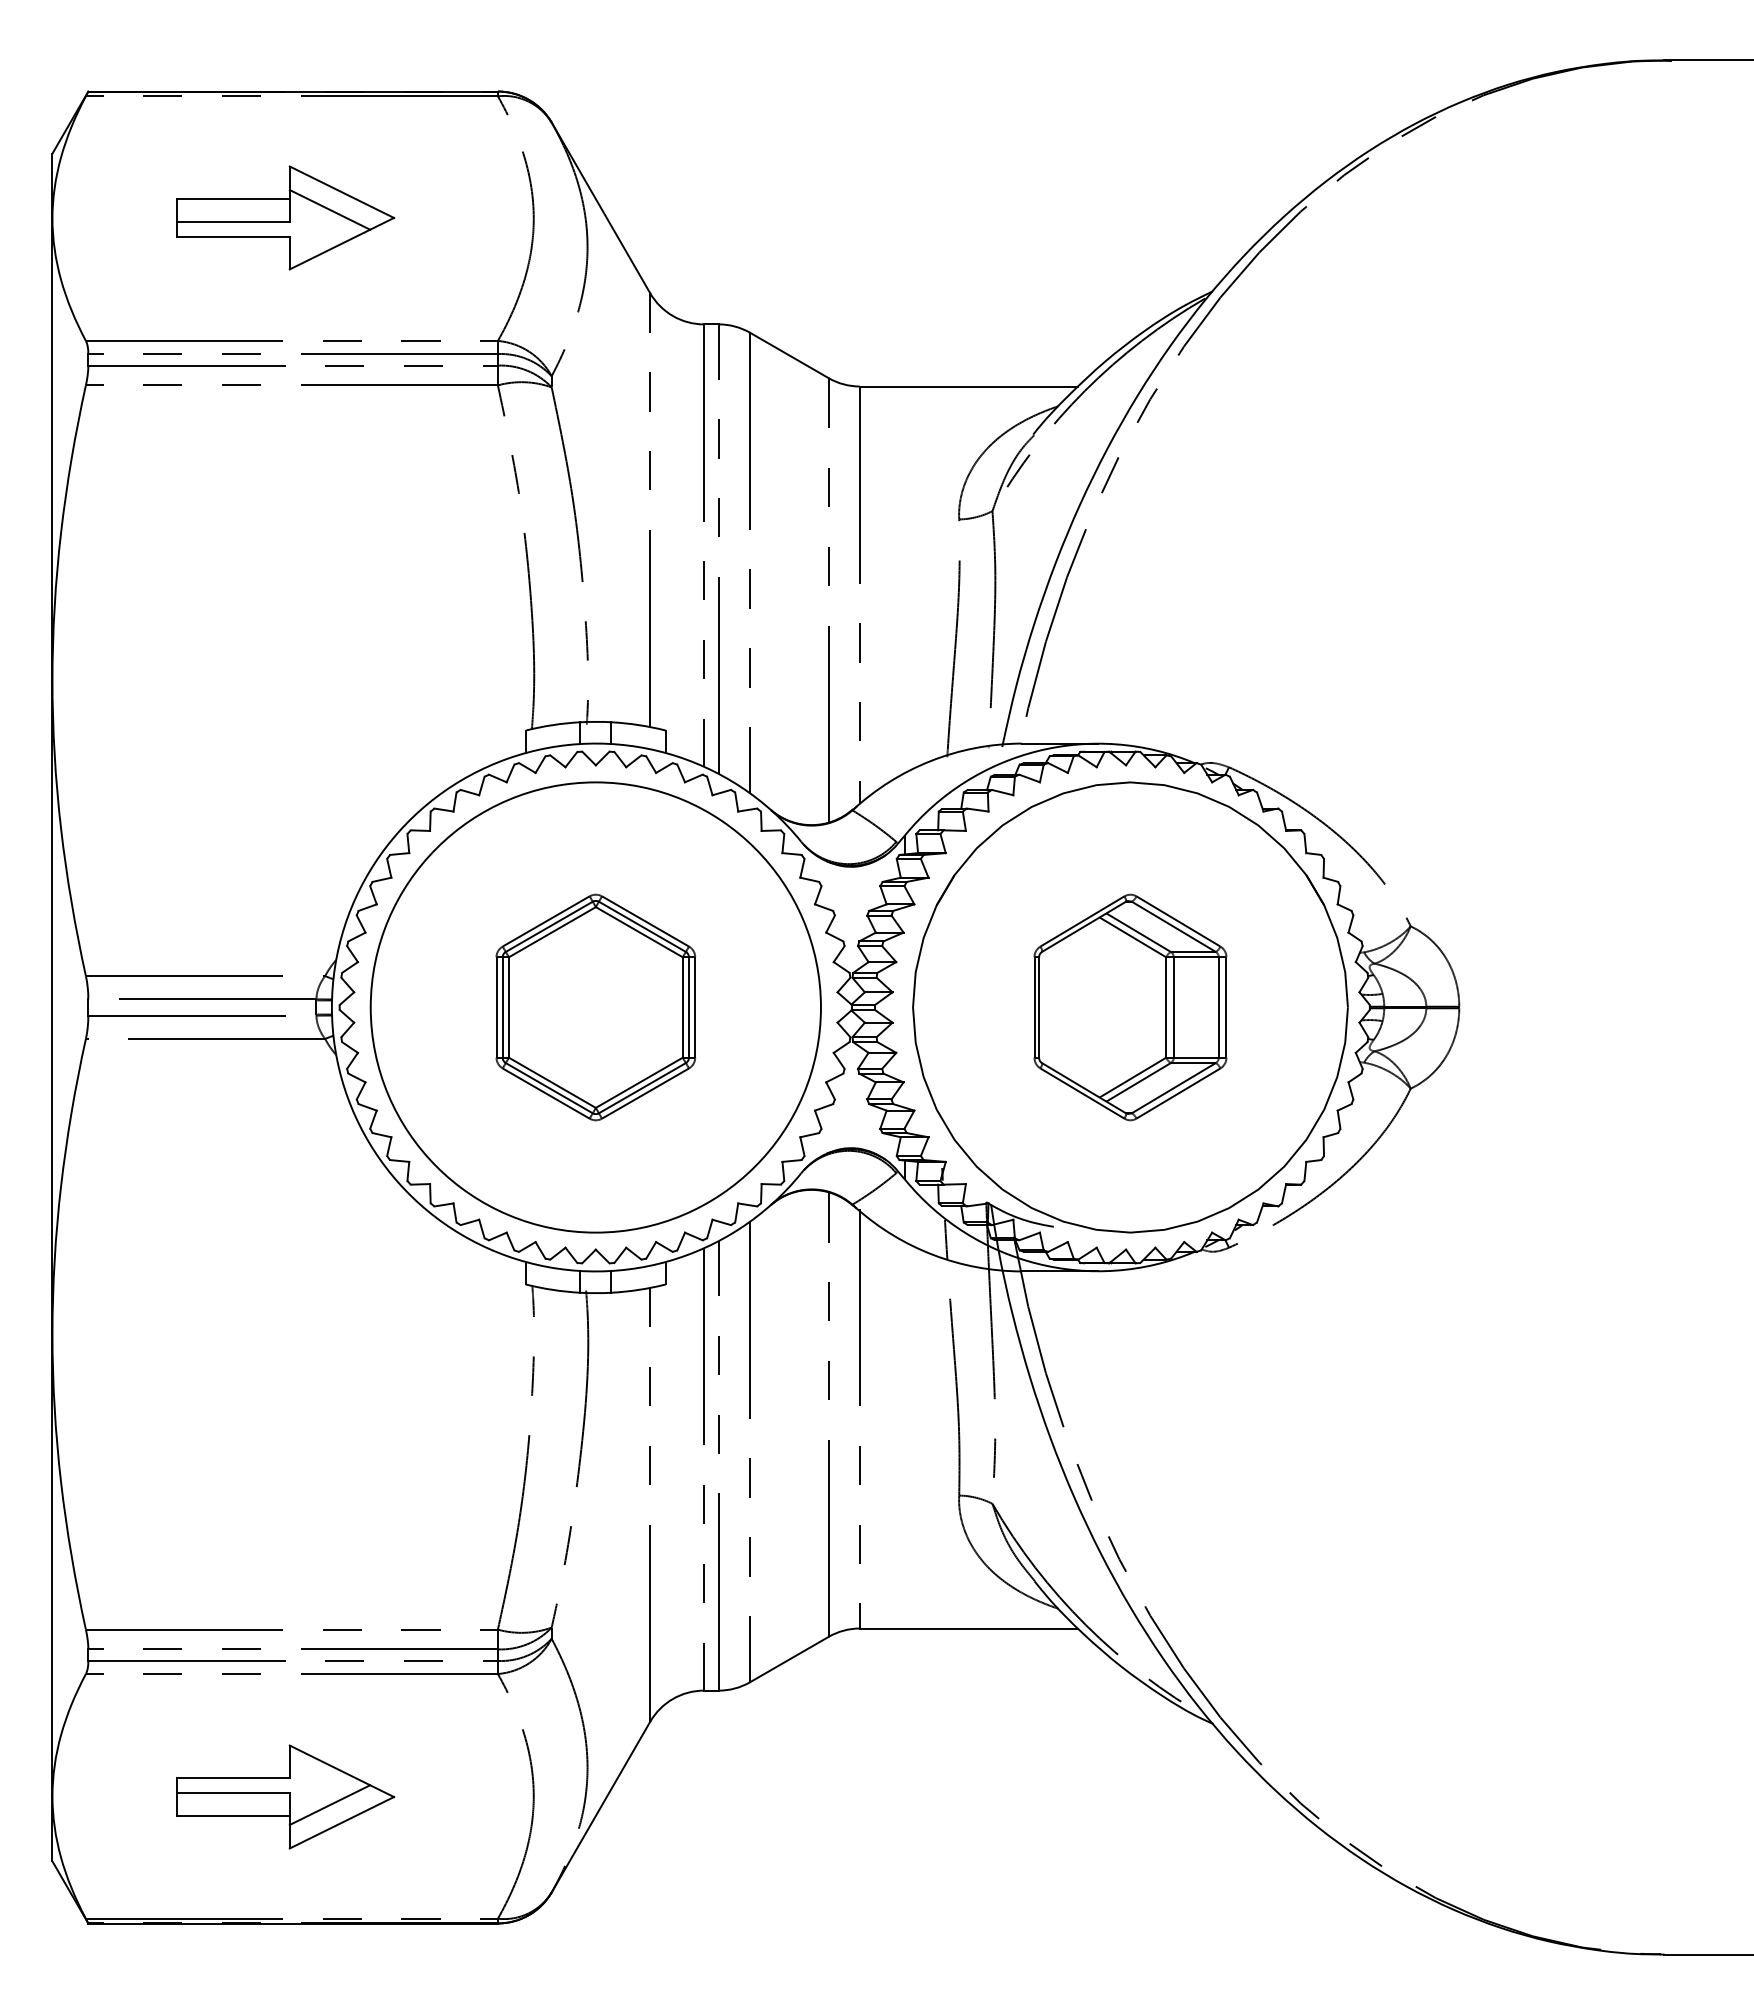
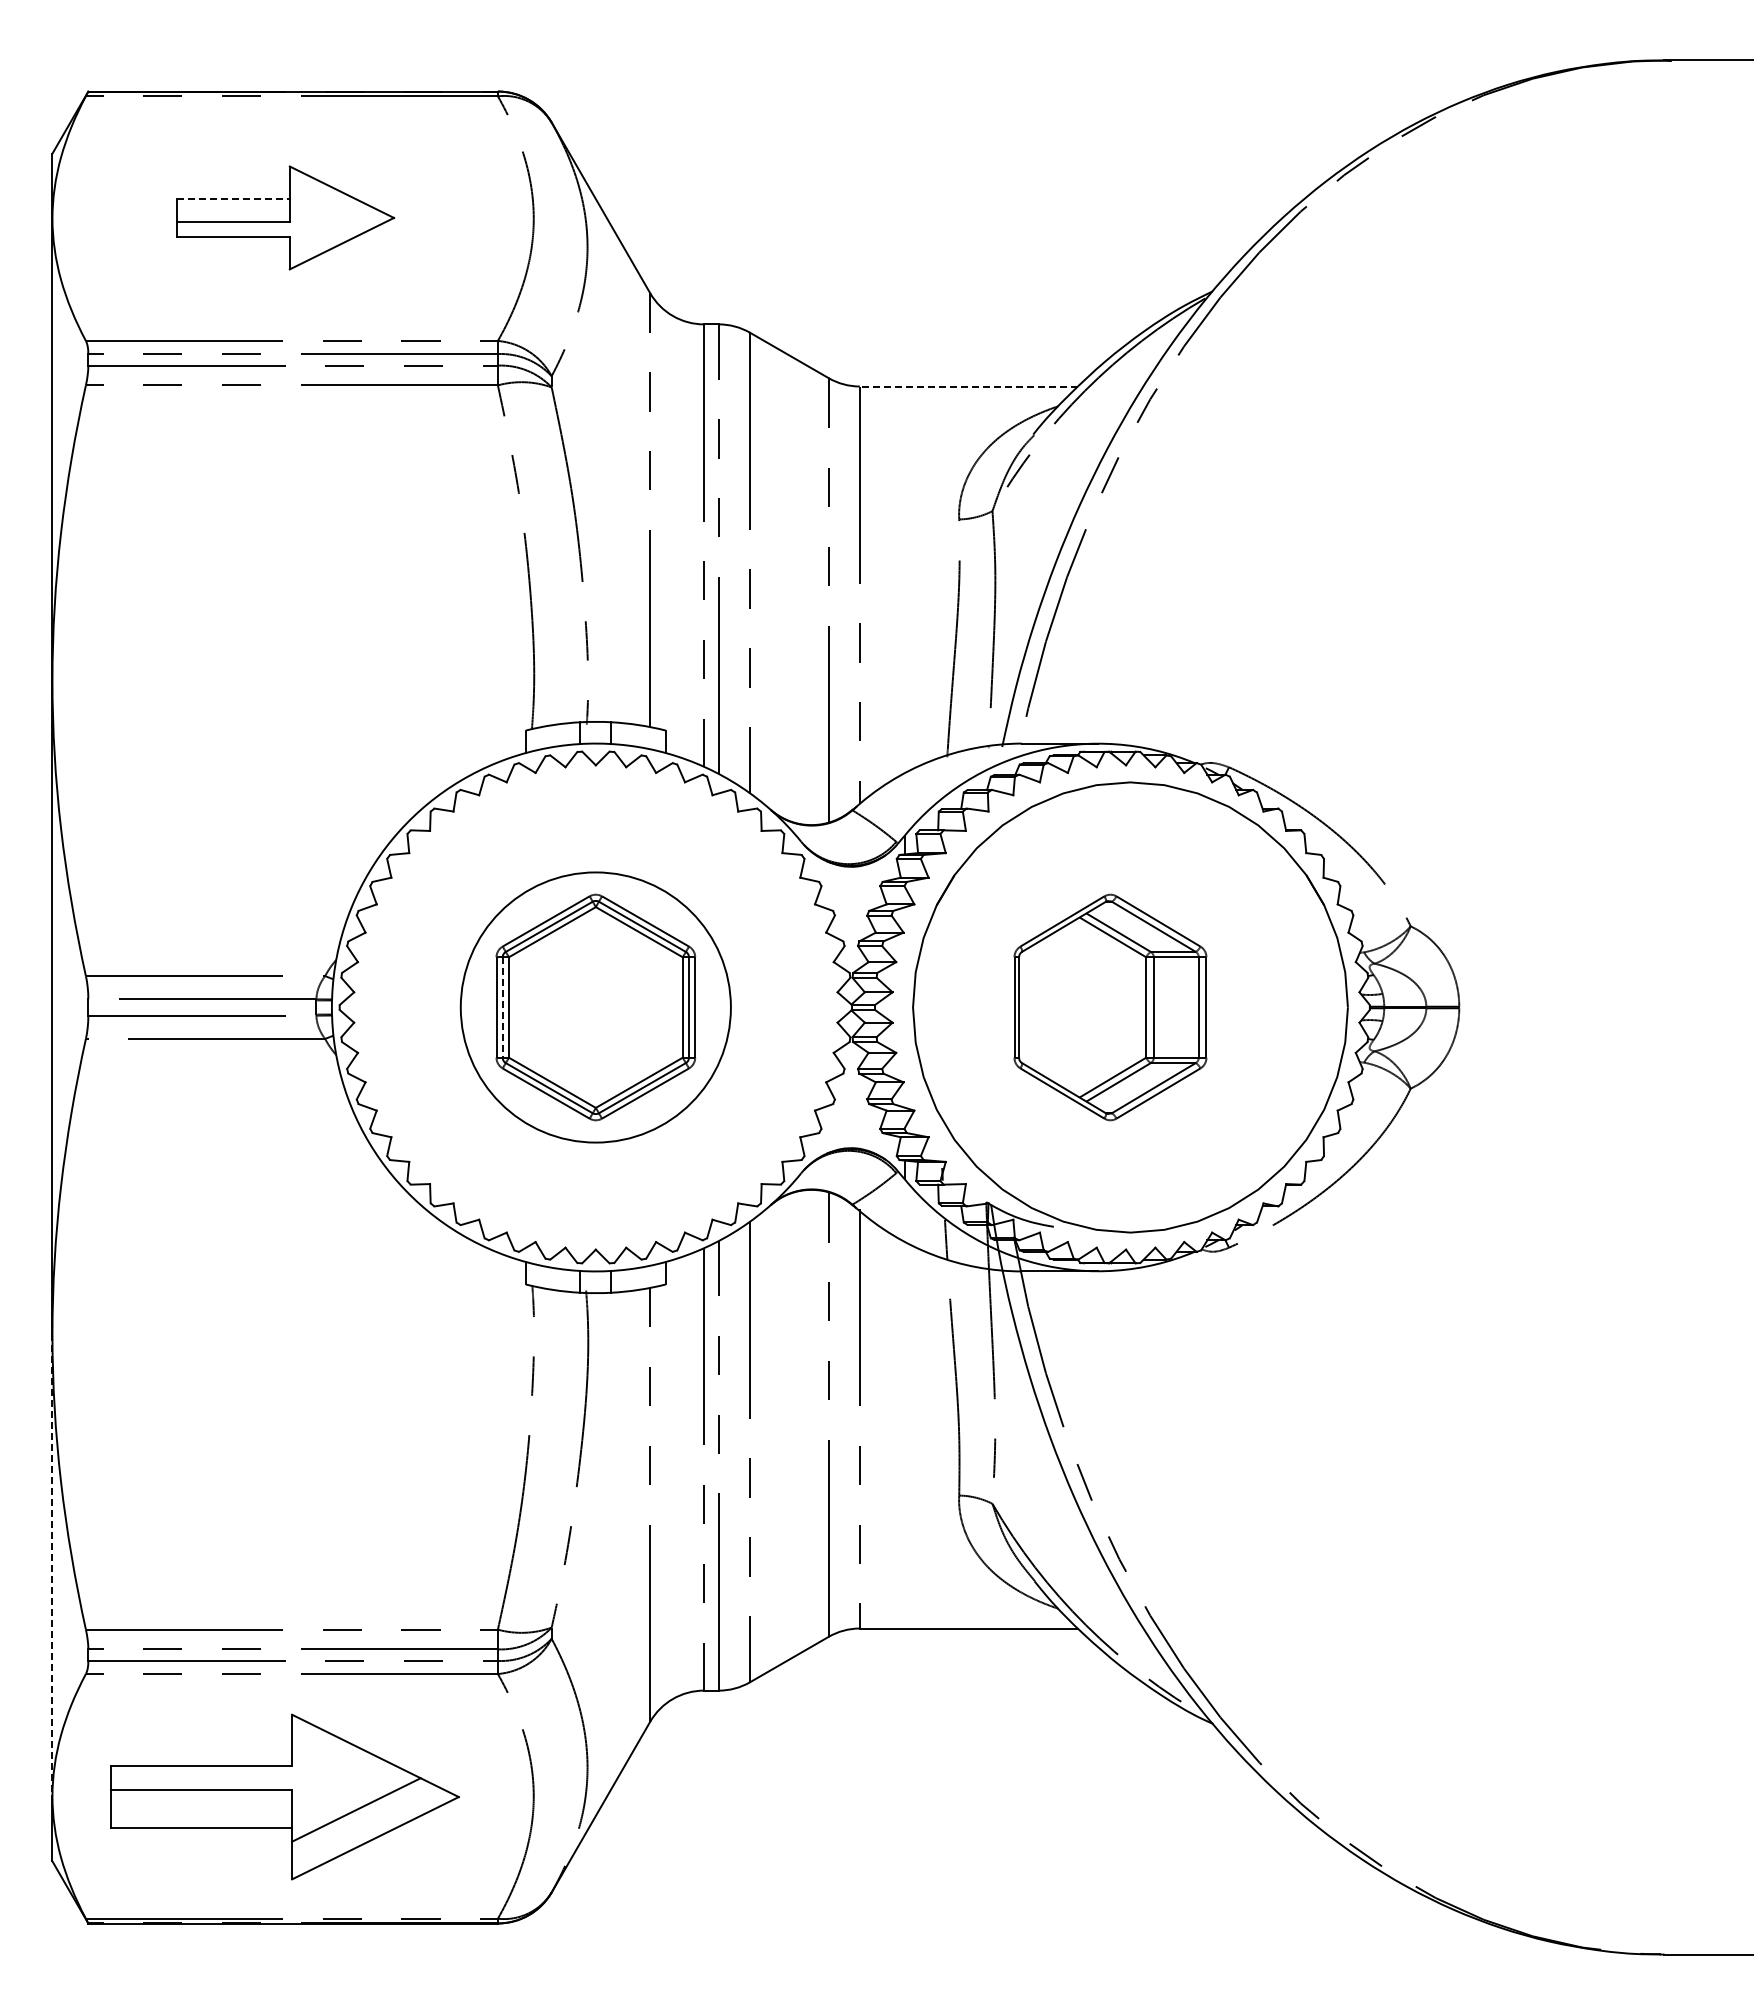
line at (233, 198): solid -> dashed
line at (329, 209): present -> none
line at (968, 386): solid -> dashed
circle at (595, 1007) diameter: 450 px -> 270 px
part at (1130, 1007) position: (1130, 1007) -> (1110, 1007)
line at (502, 1008): solid -> dashed
line at (52, 1565): solid -> dashed
part at (285, 1796) size: 220x106 px -> 350x168 px
